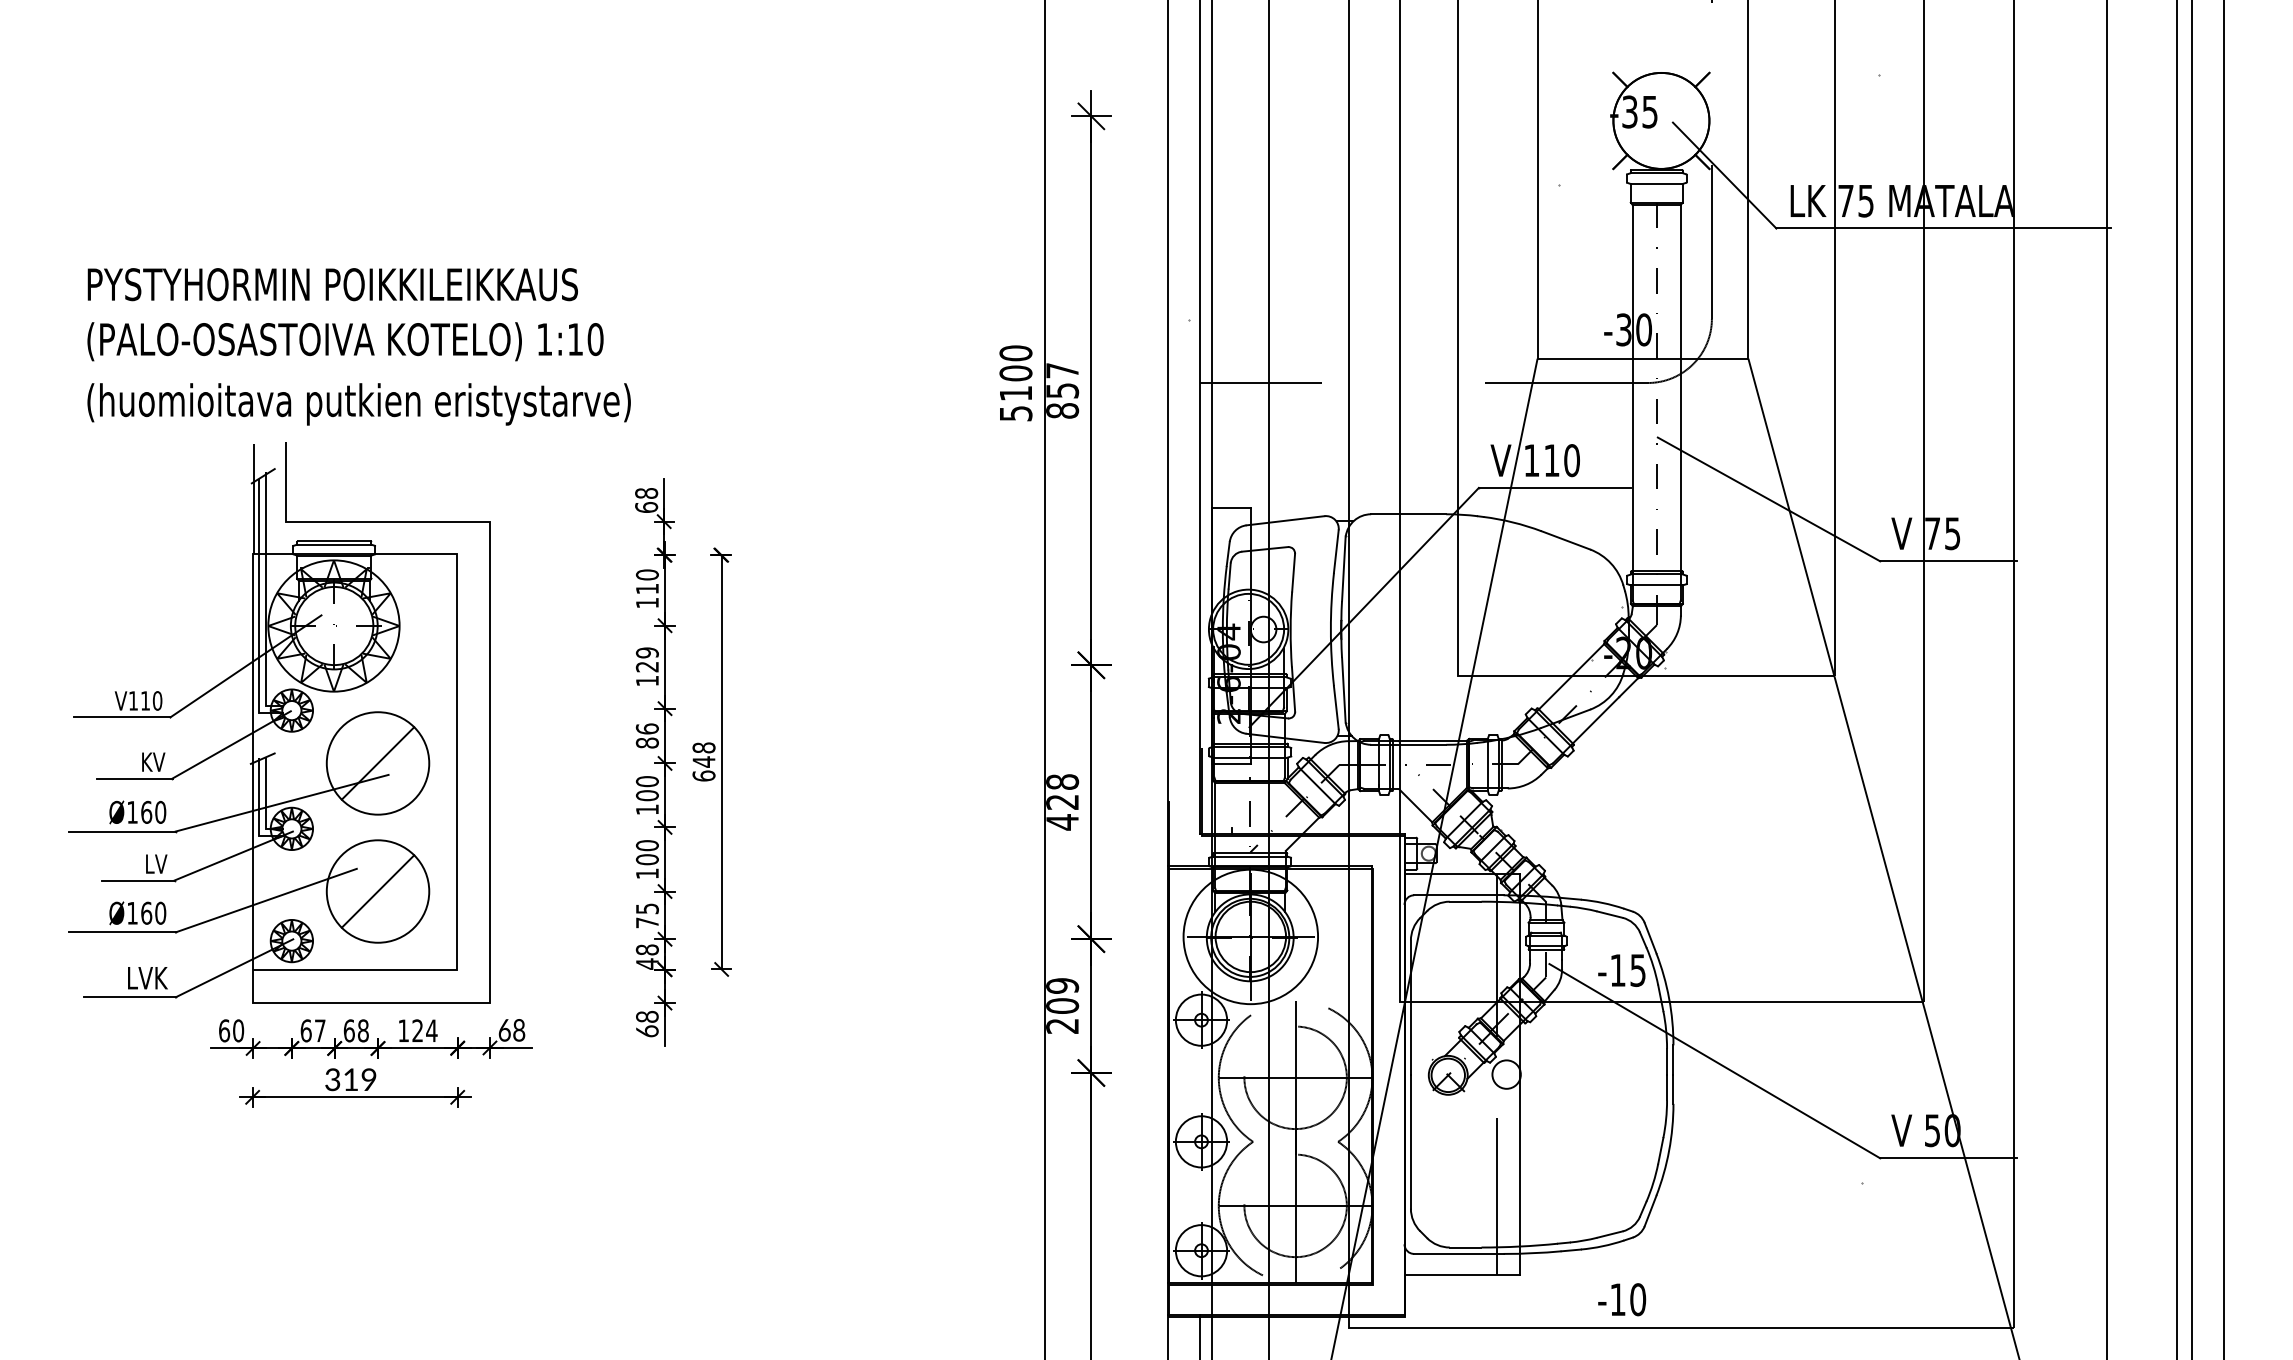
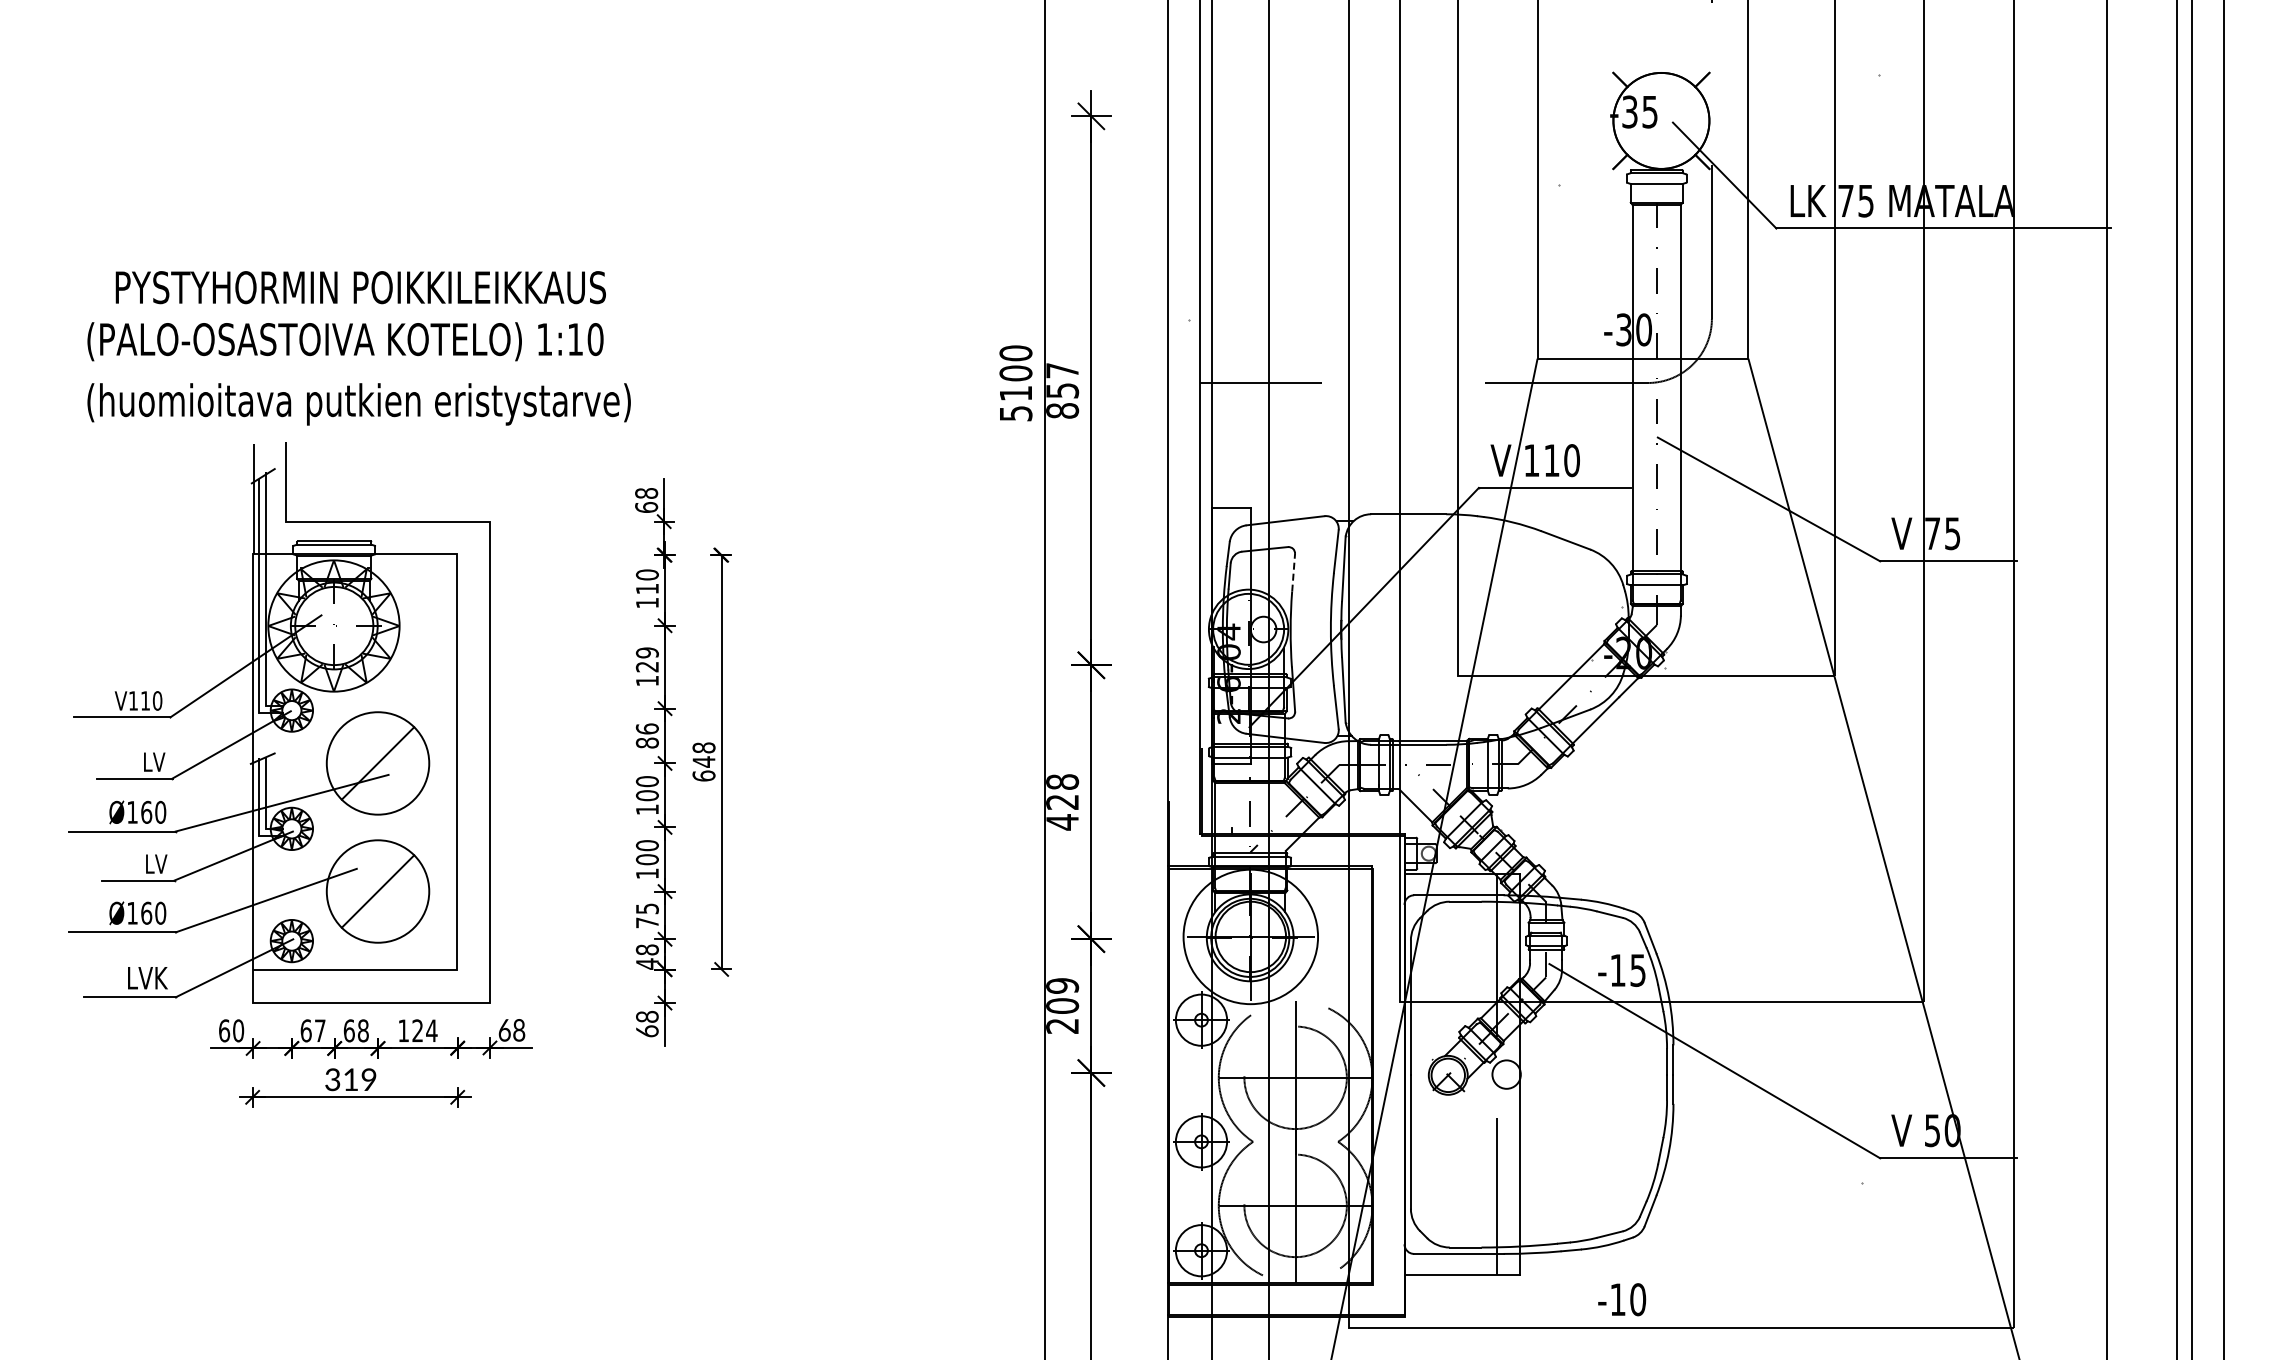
text at (332, 284) position: (332, 284) -> (360, 287)
line at (1293, 572): solid -> dashed
text at (147, 761): KV -> LV
line at (1199, 1335): present -> none
